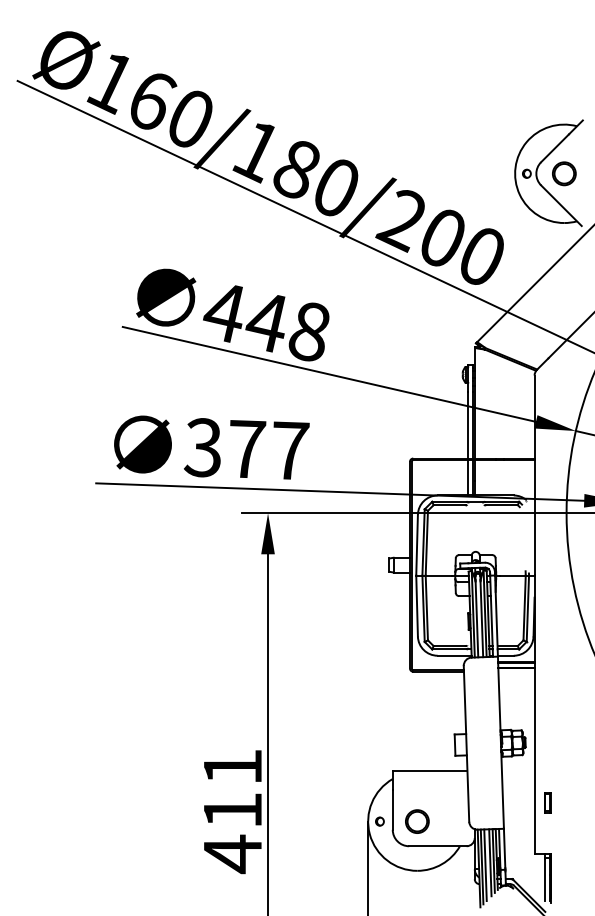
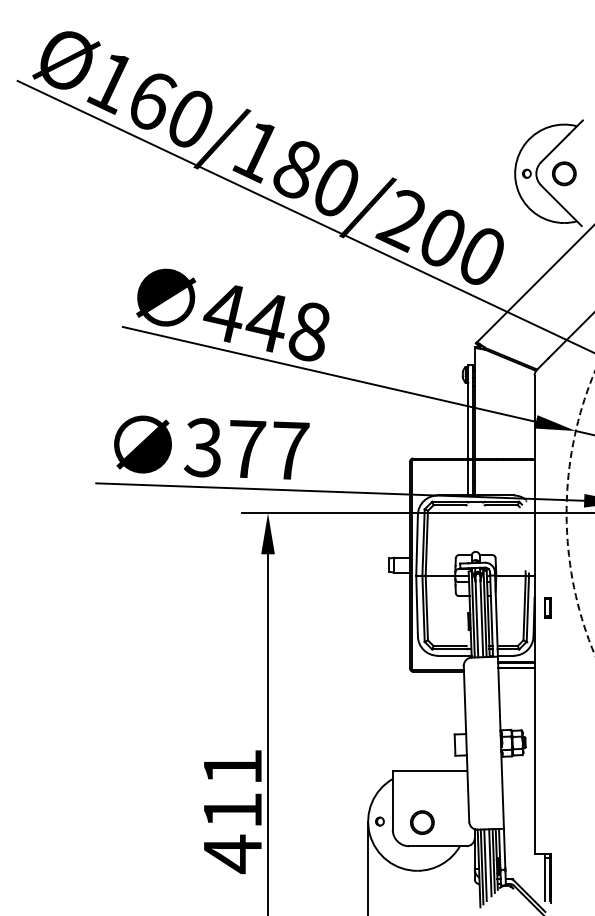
circle at (580, 513): solid -> dashed
part at (547, 802) position: (547, 802) -> (547, 607)
circle at (417, 821) position: (417, 821) -> (422, 822)
